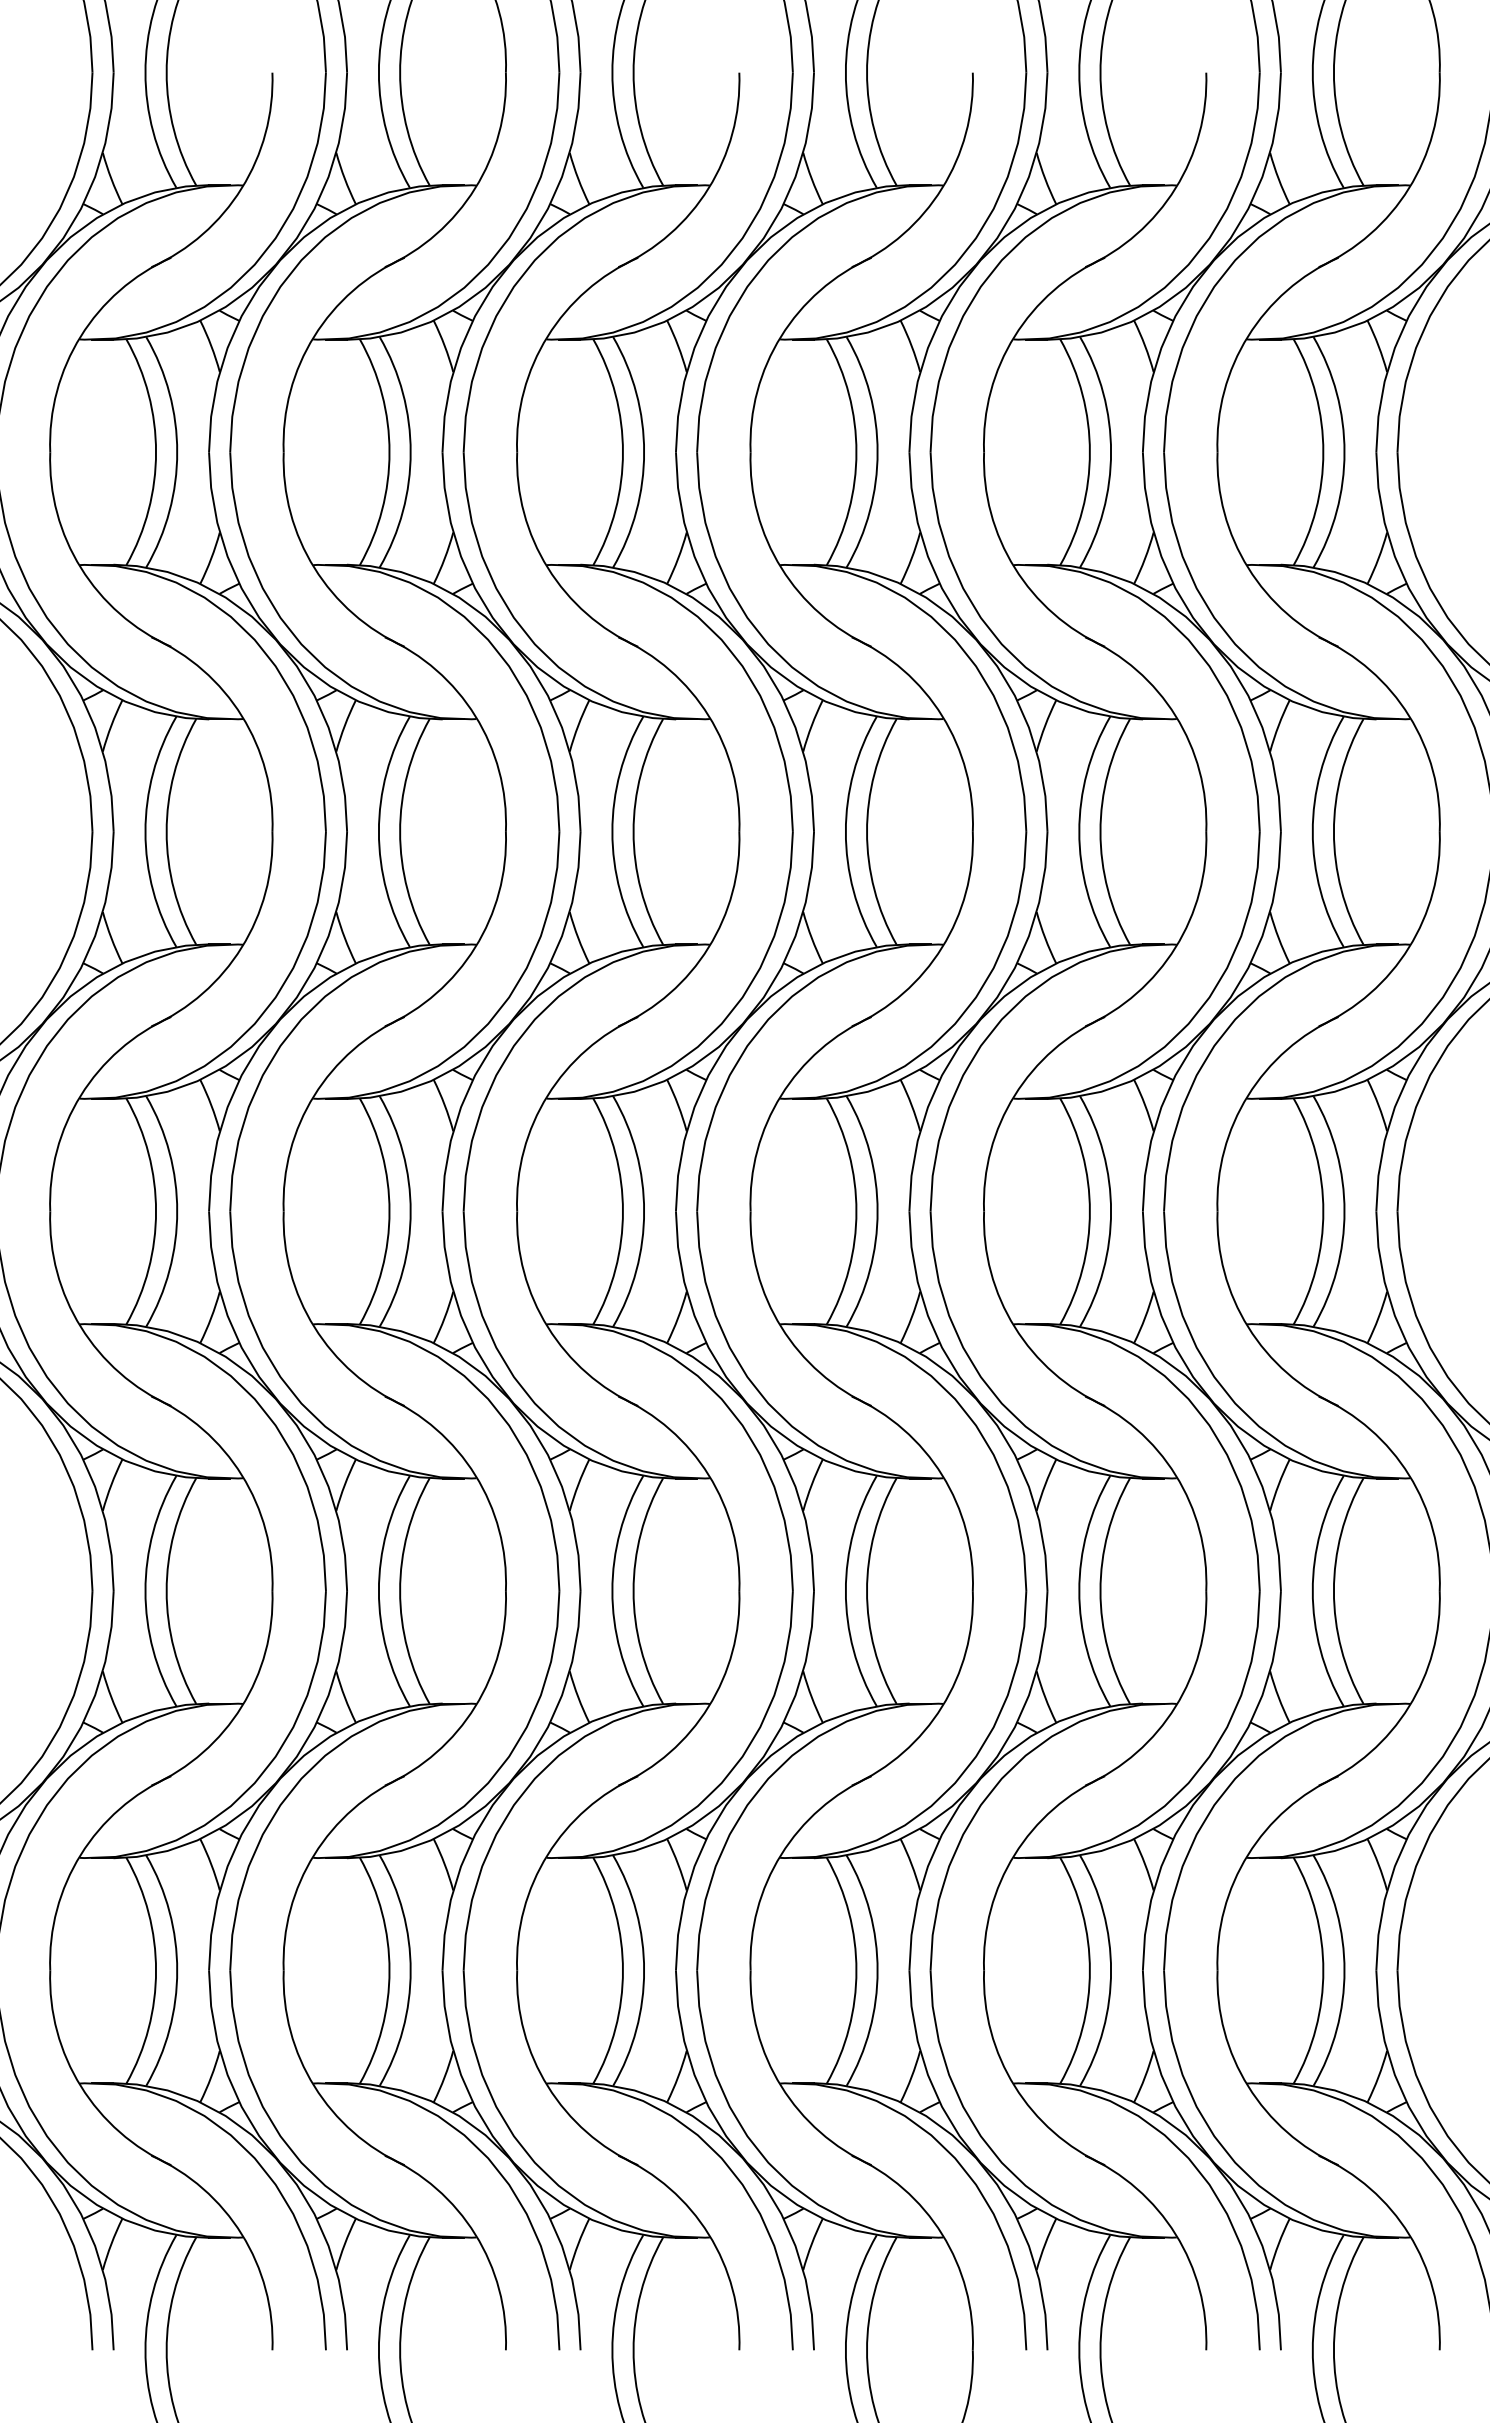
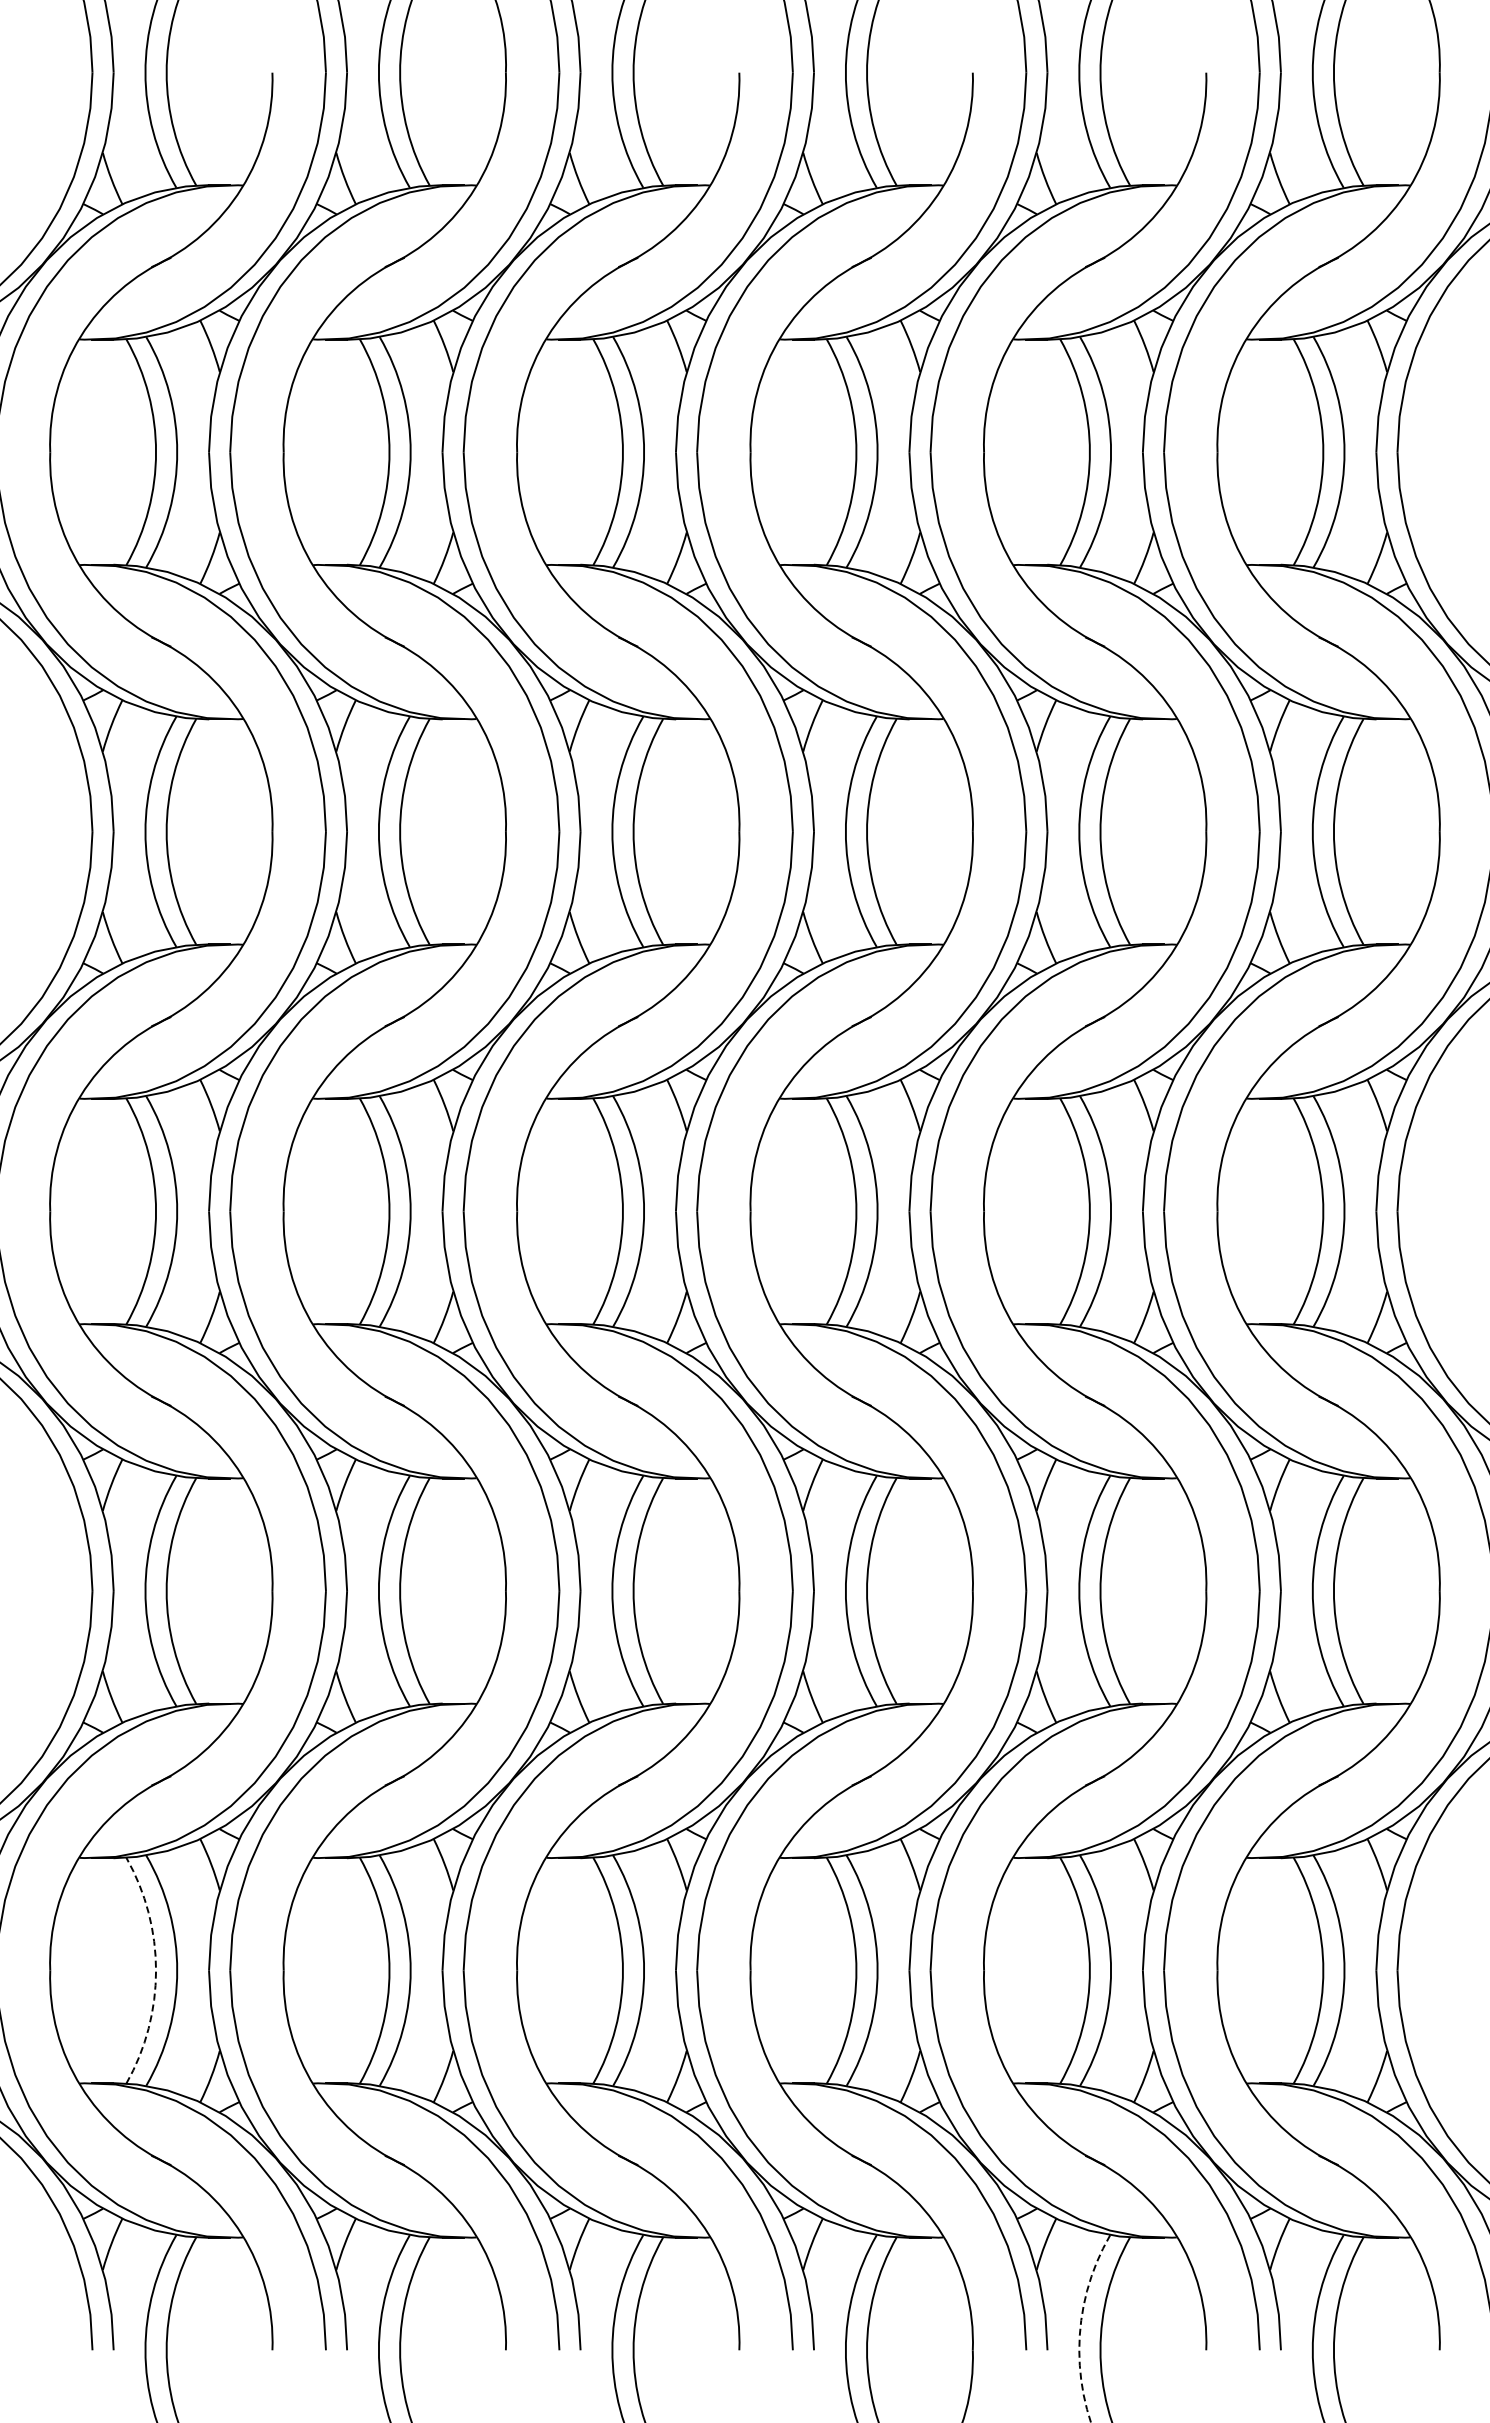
arc at (156, 1970): solid -> dashed
arc at (1080, 2326): solid -> dashed
